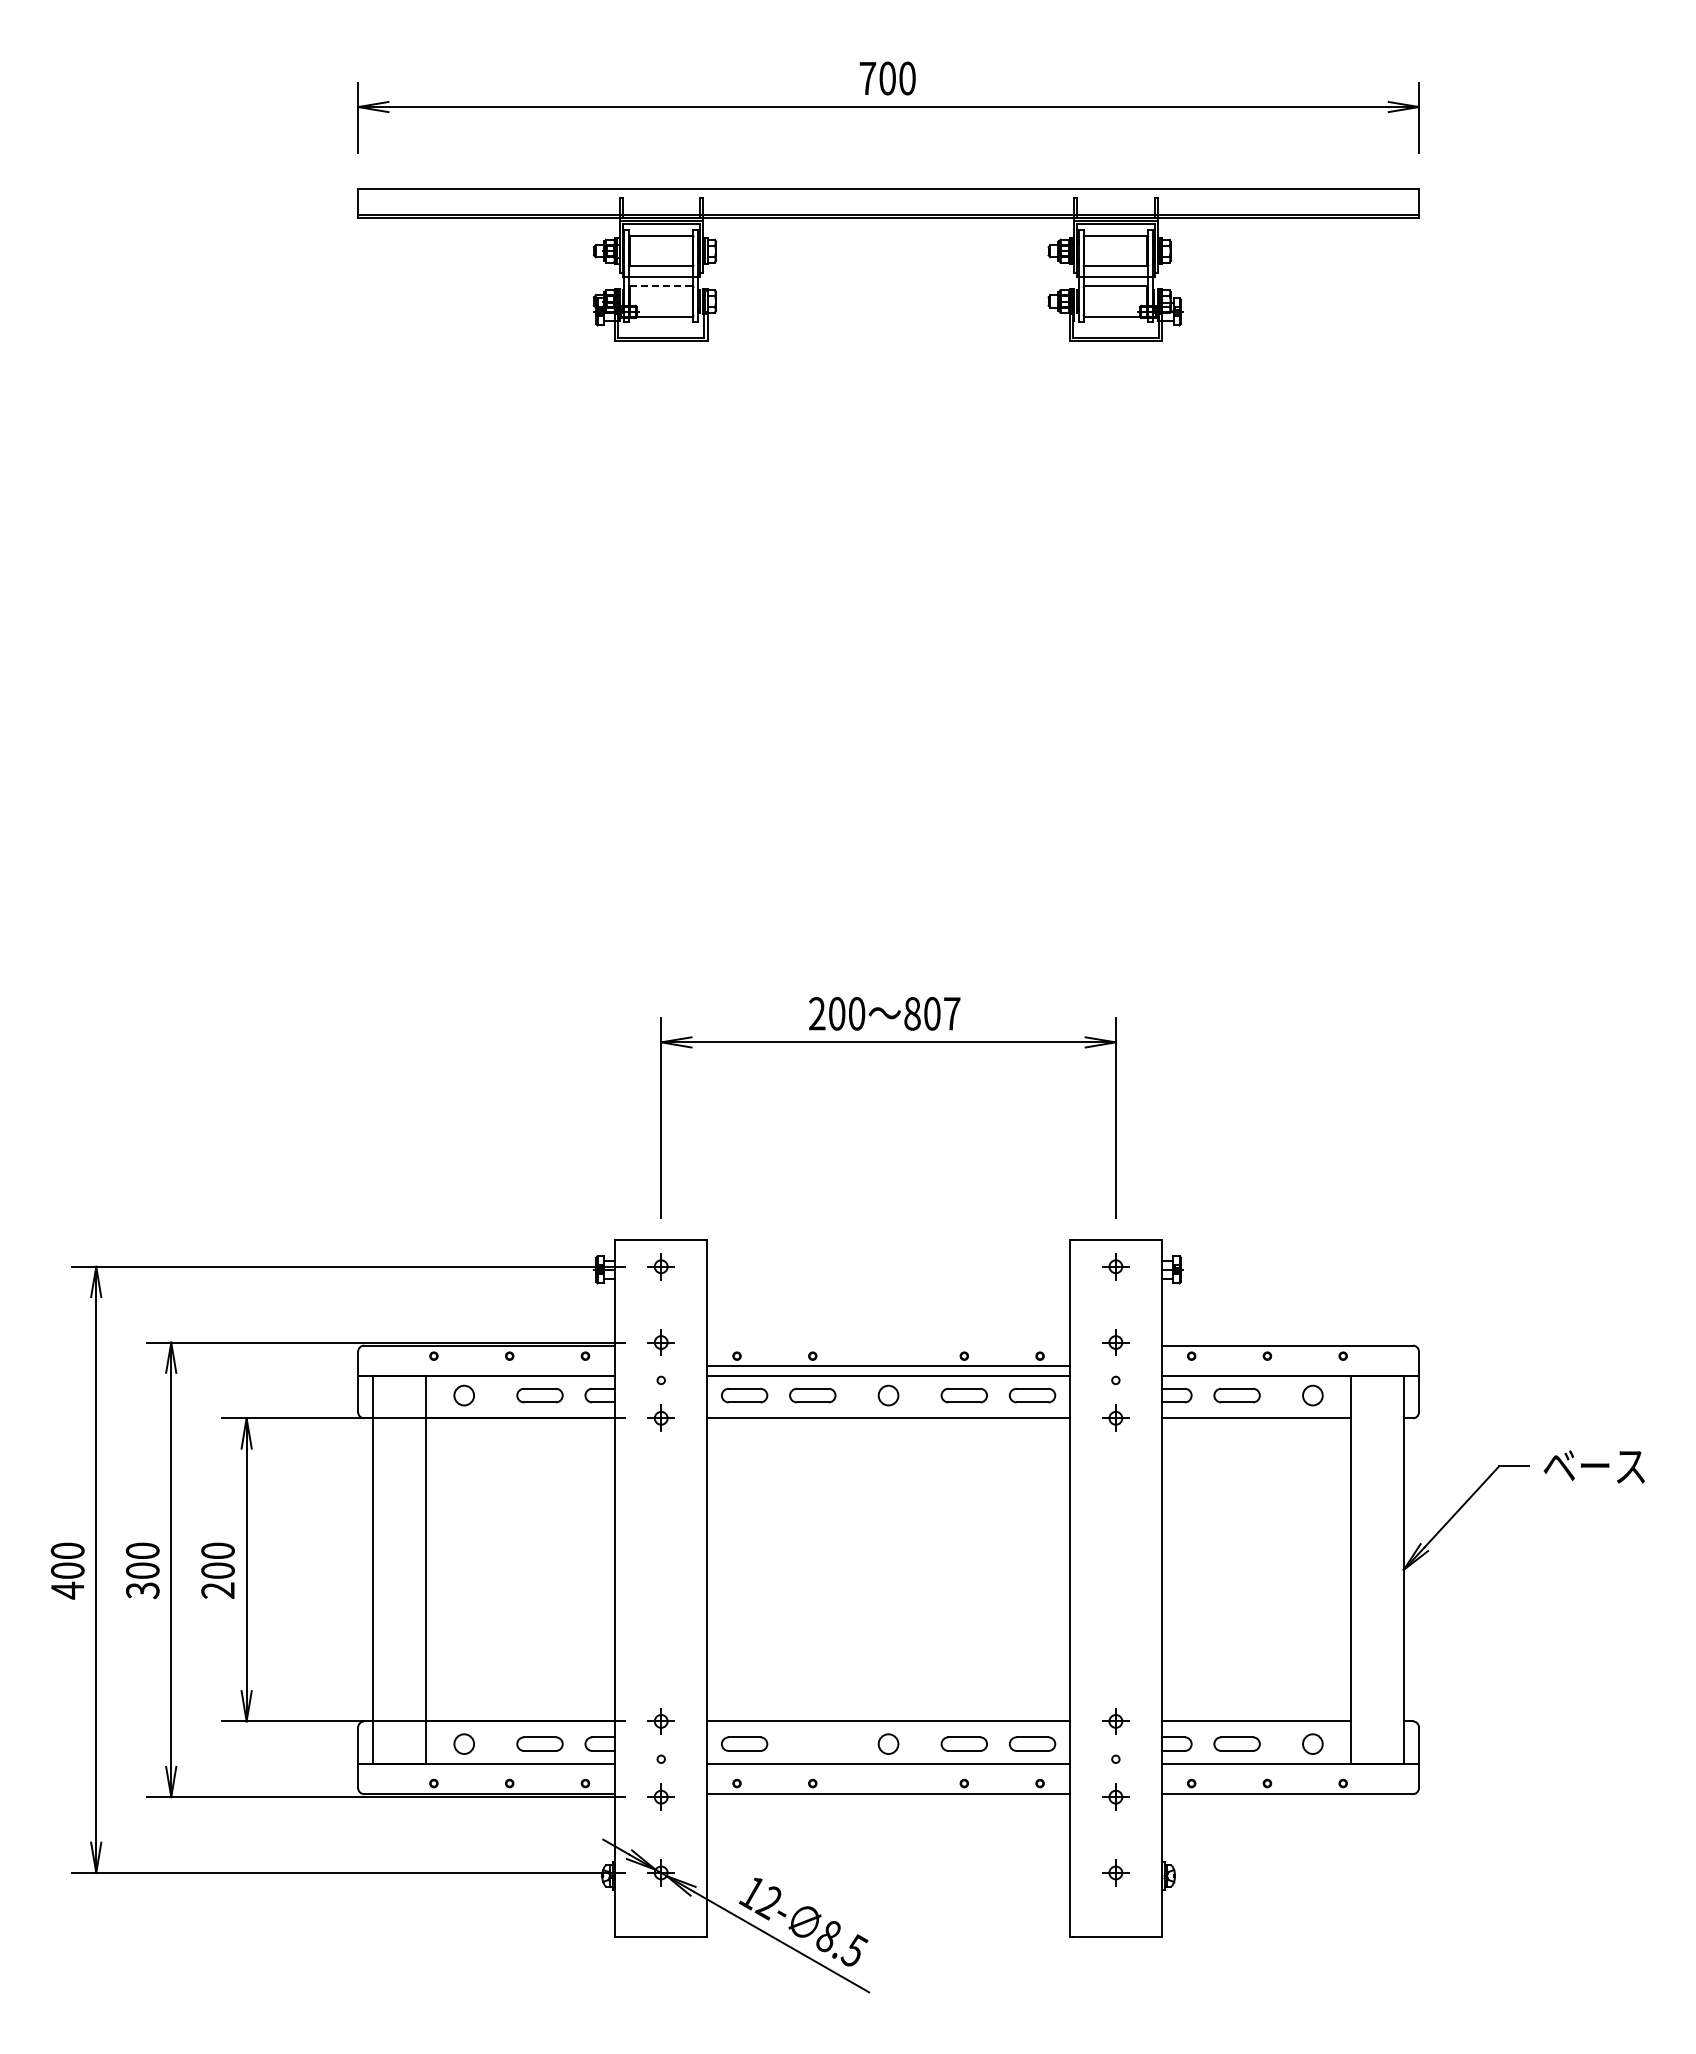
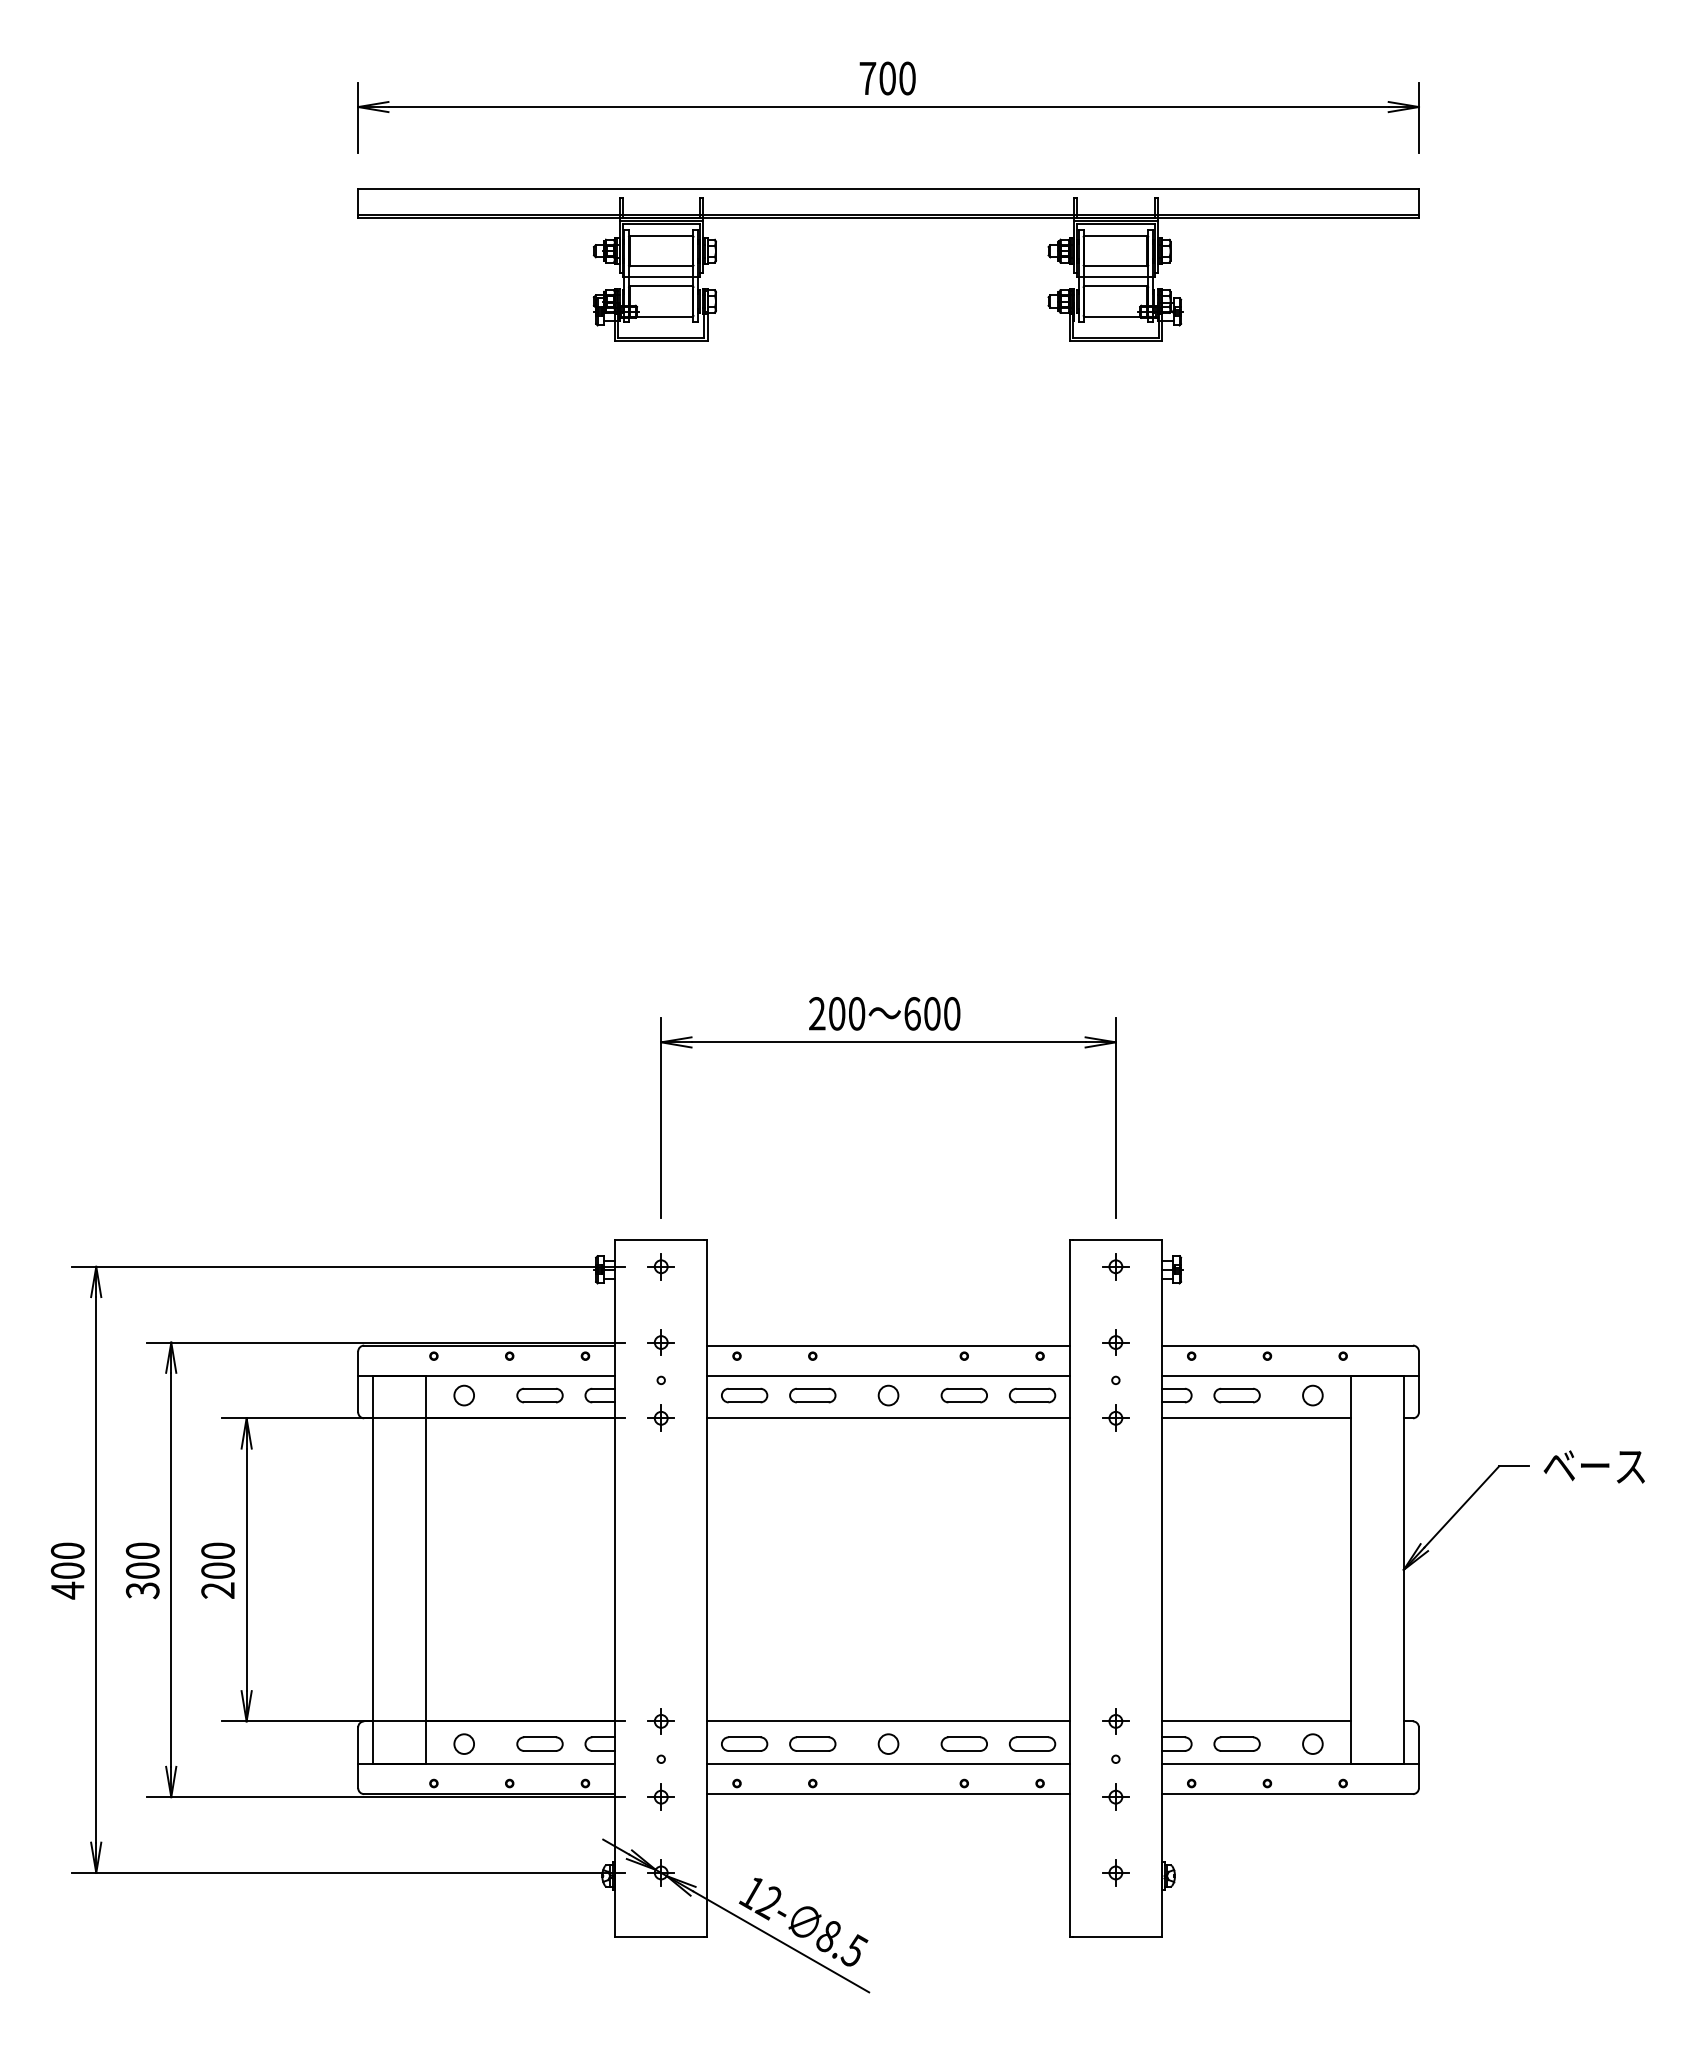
line at (661, 286): dashed -> solid
text at (932, 1013): 807 -> 600
line at (888, 1365) position: (888, 1365) -> (888, 1345)
part at (812, 1743): none -> present
